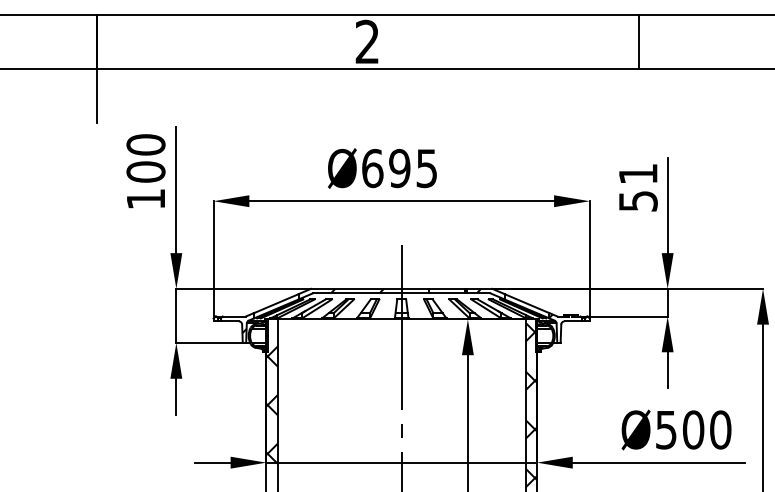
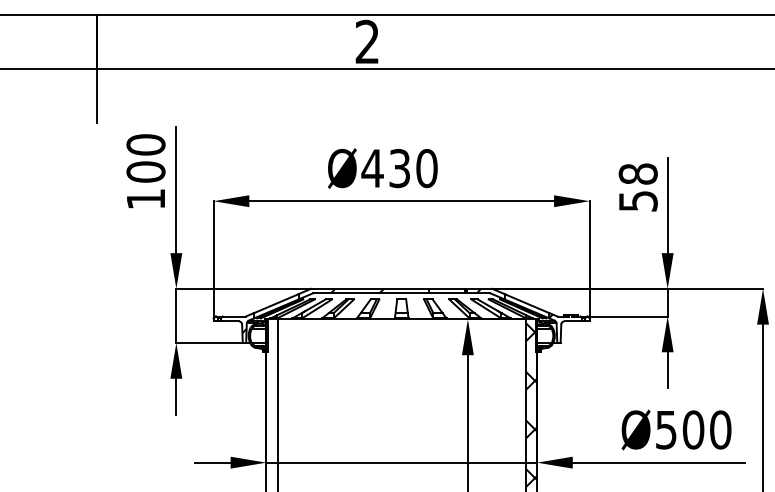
line at (638, 41): present -> none
text at (399, 168): Ø695 -> Ø430
text at (637, 173): 51 -> 58
line at (401, 366): present -> none
hatch at (271, 404): present -> none
